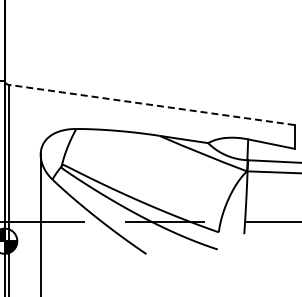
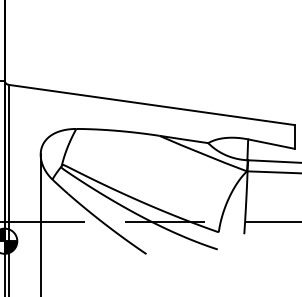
line at (151, 104): dashed -> solid
